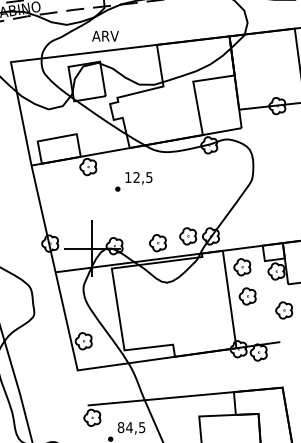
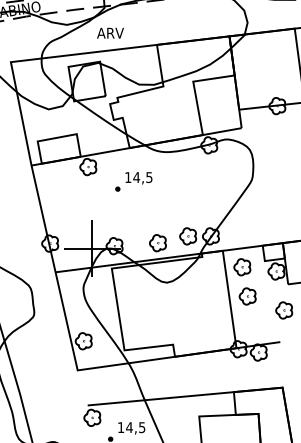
text at (105, 35) position: (105, 35) -> (110, 32)
text at (136, 177): 12,5 -> 14,5
text at (120, 427): 84,5 -> 14,5
